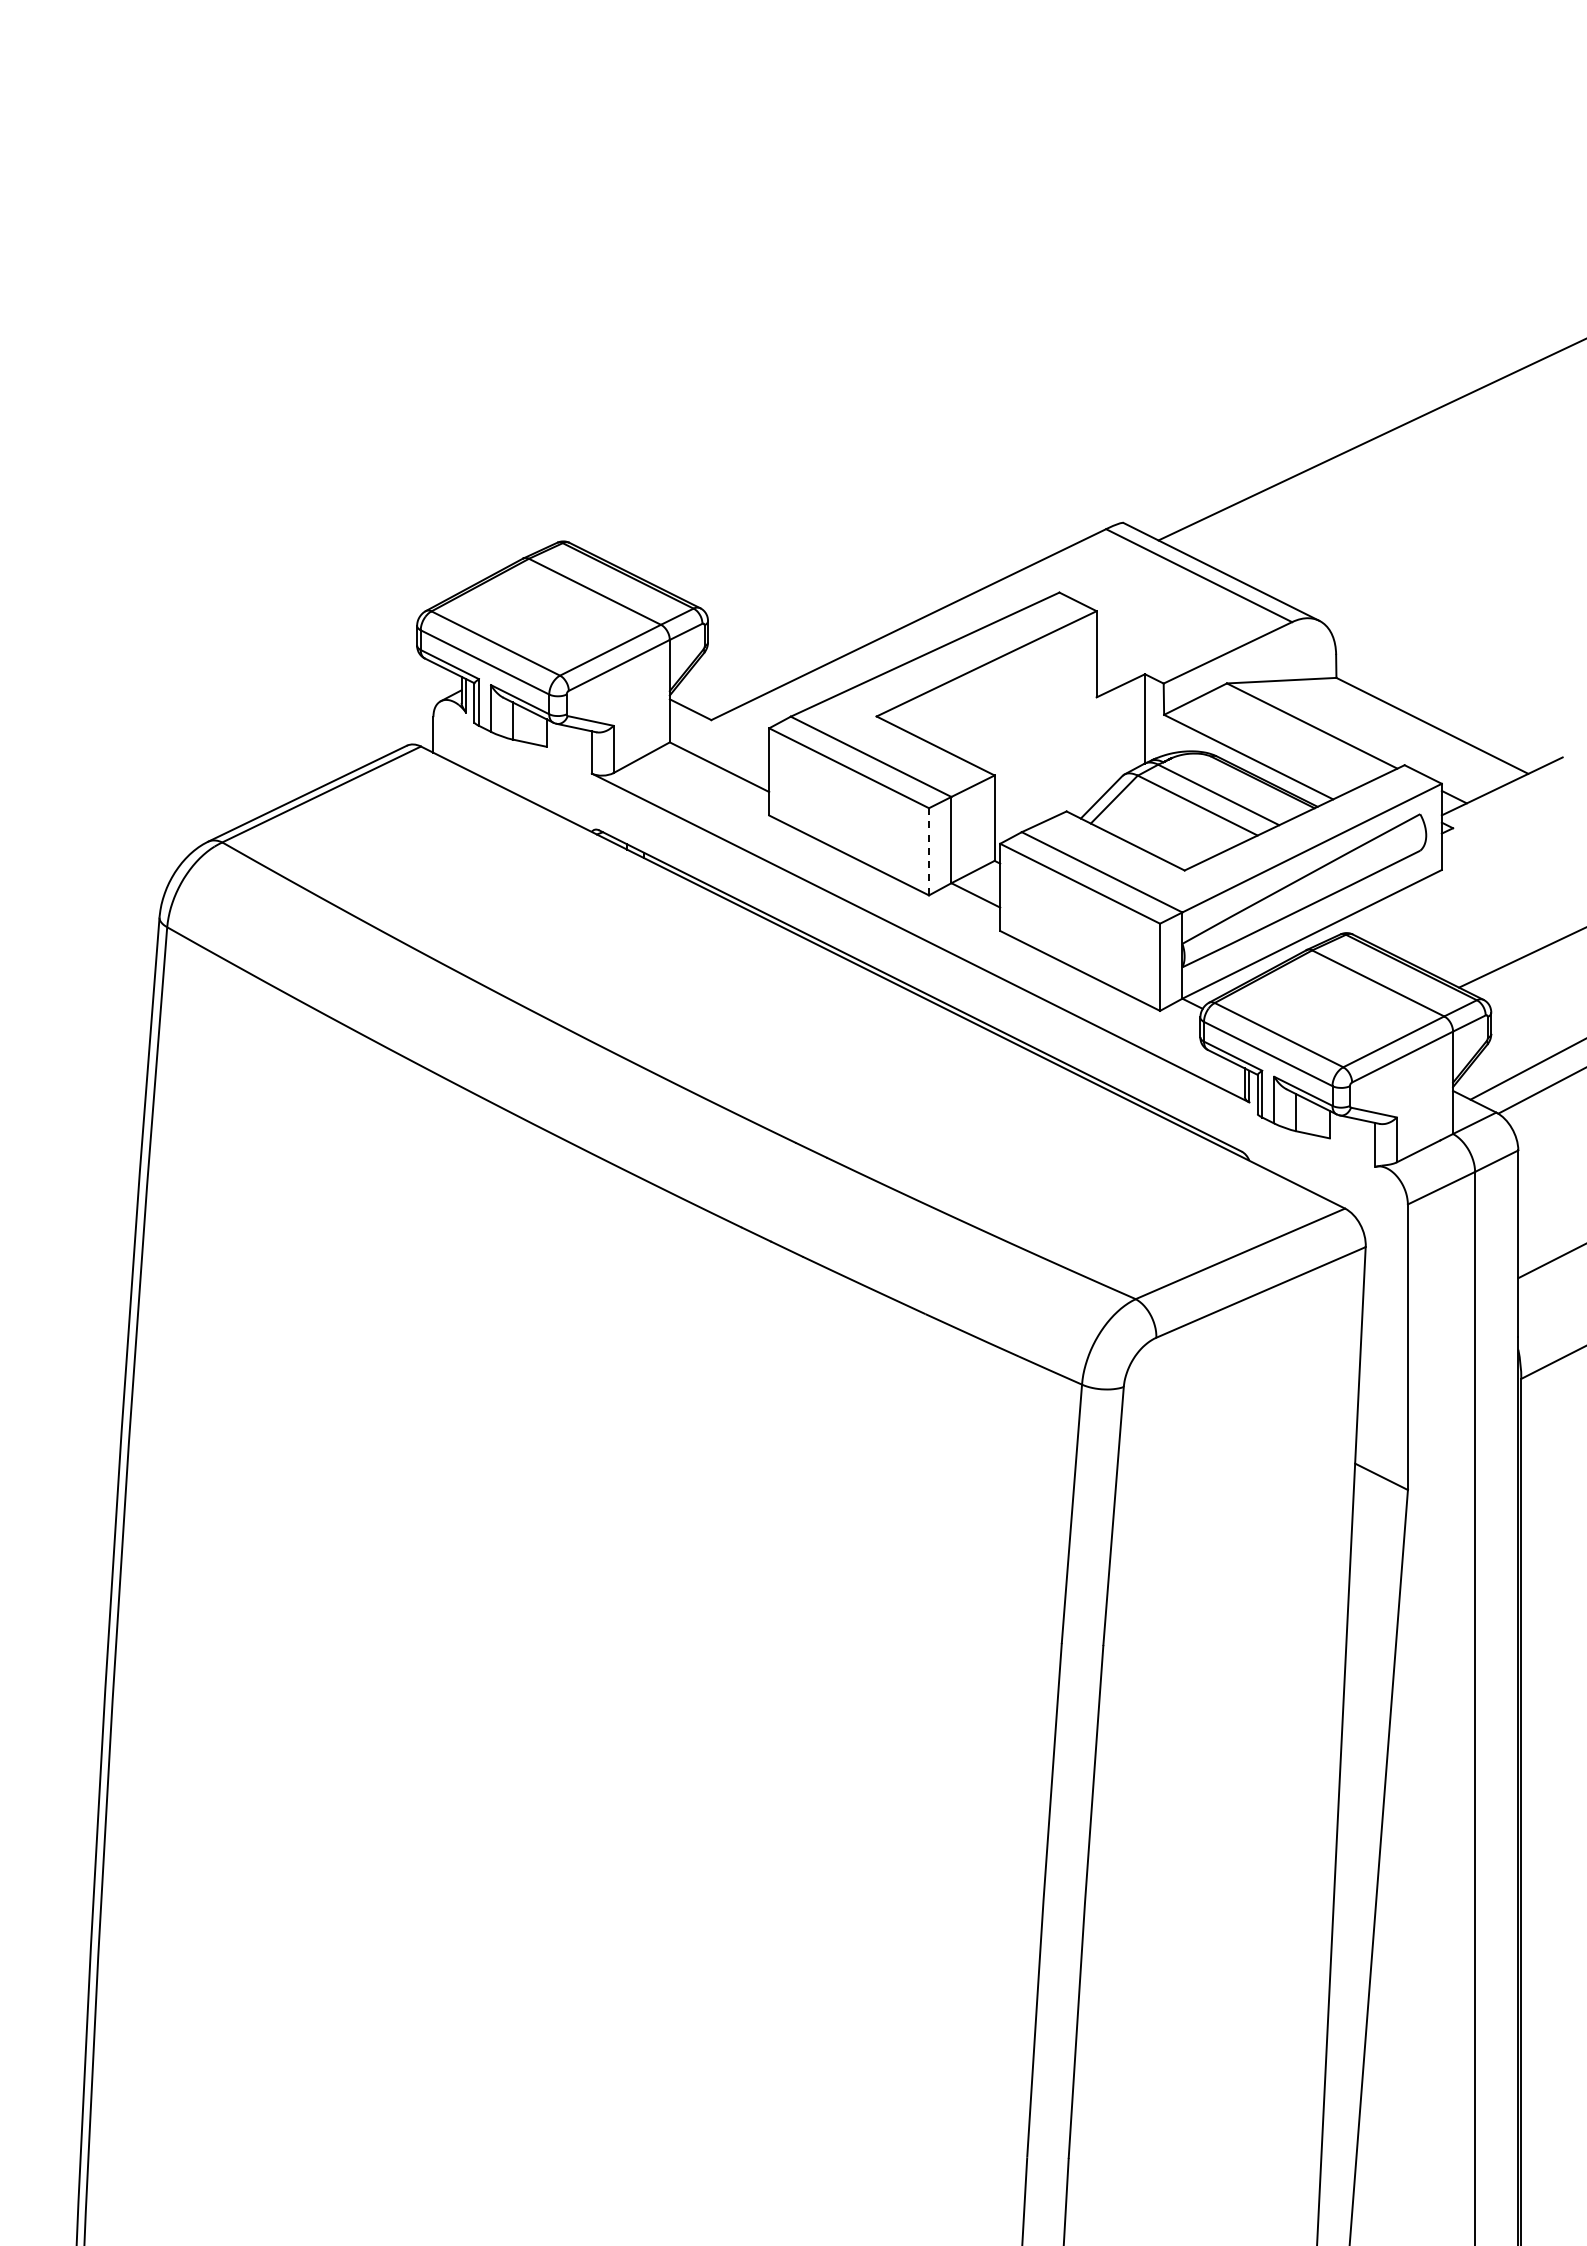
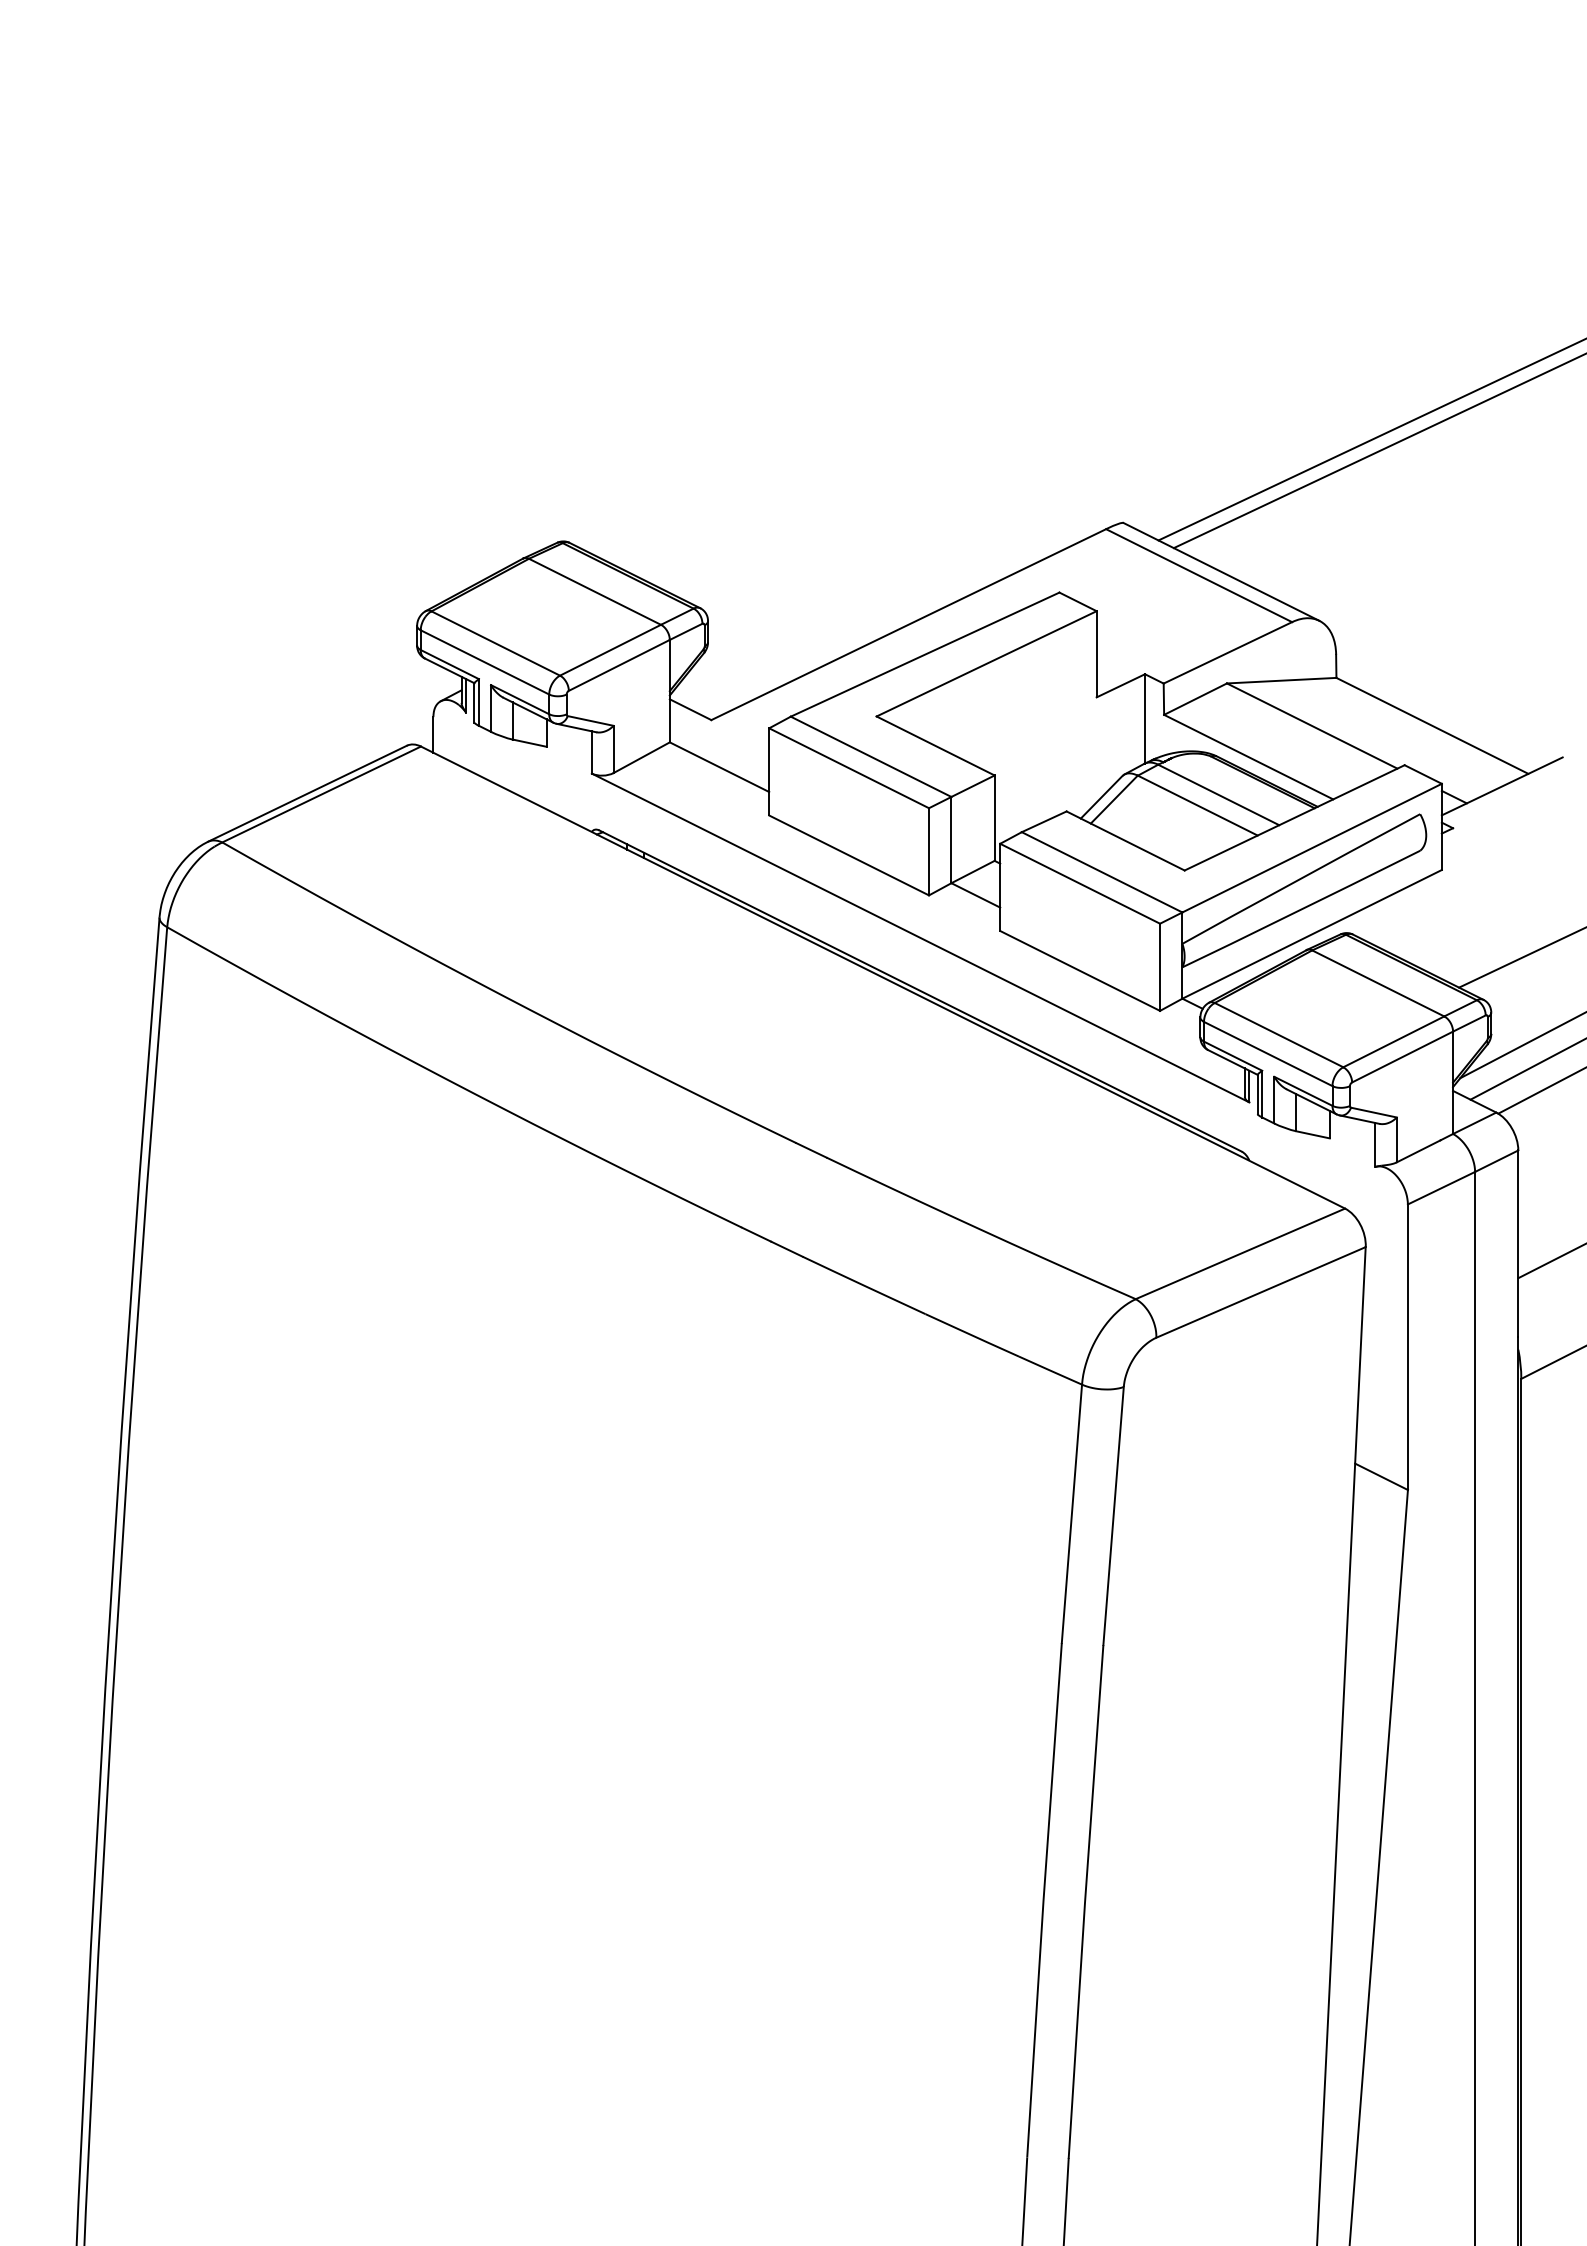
line at (1378, 451): none -> present
line at (929, 851): dashed -> solid
line at (1521, 1045): none -> present
